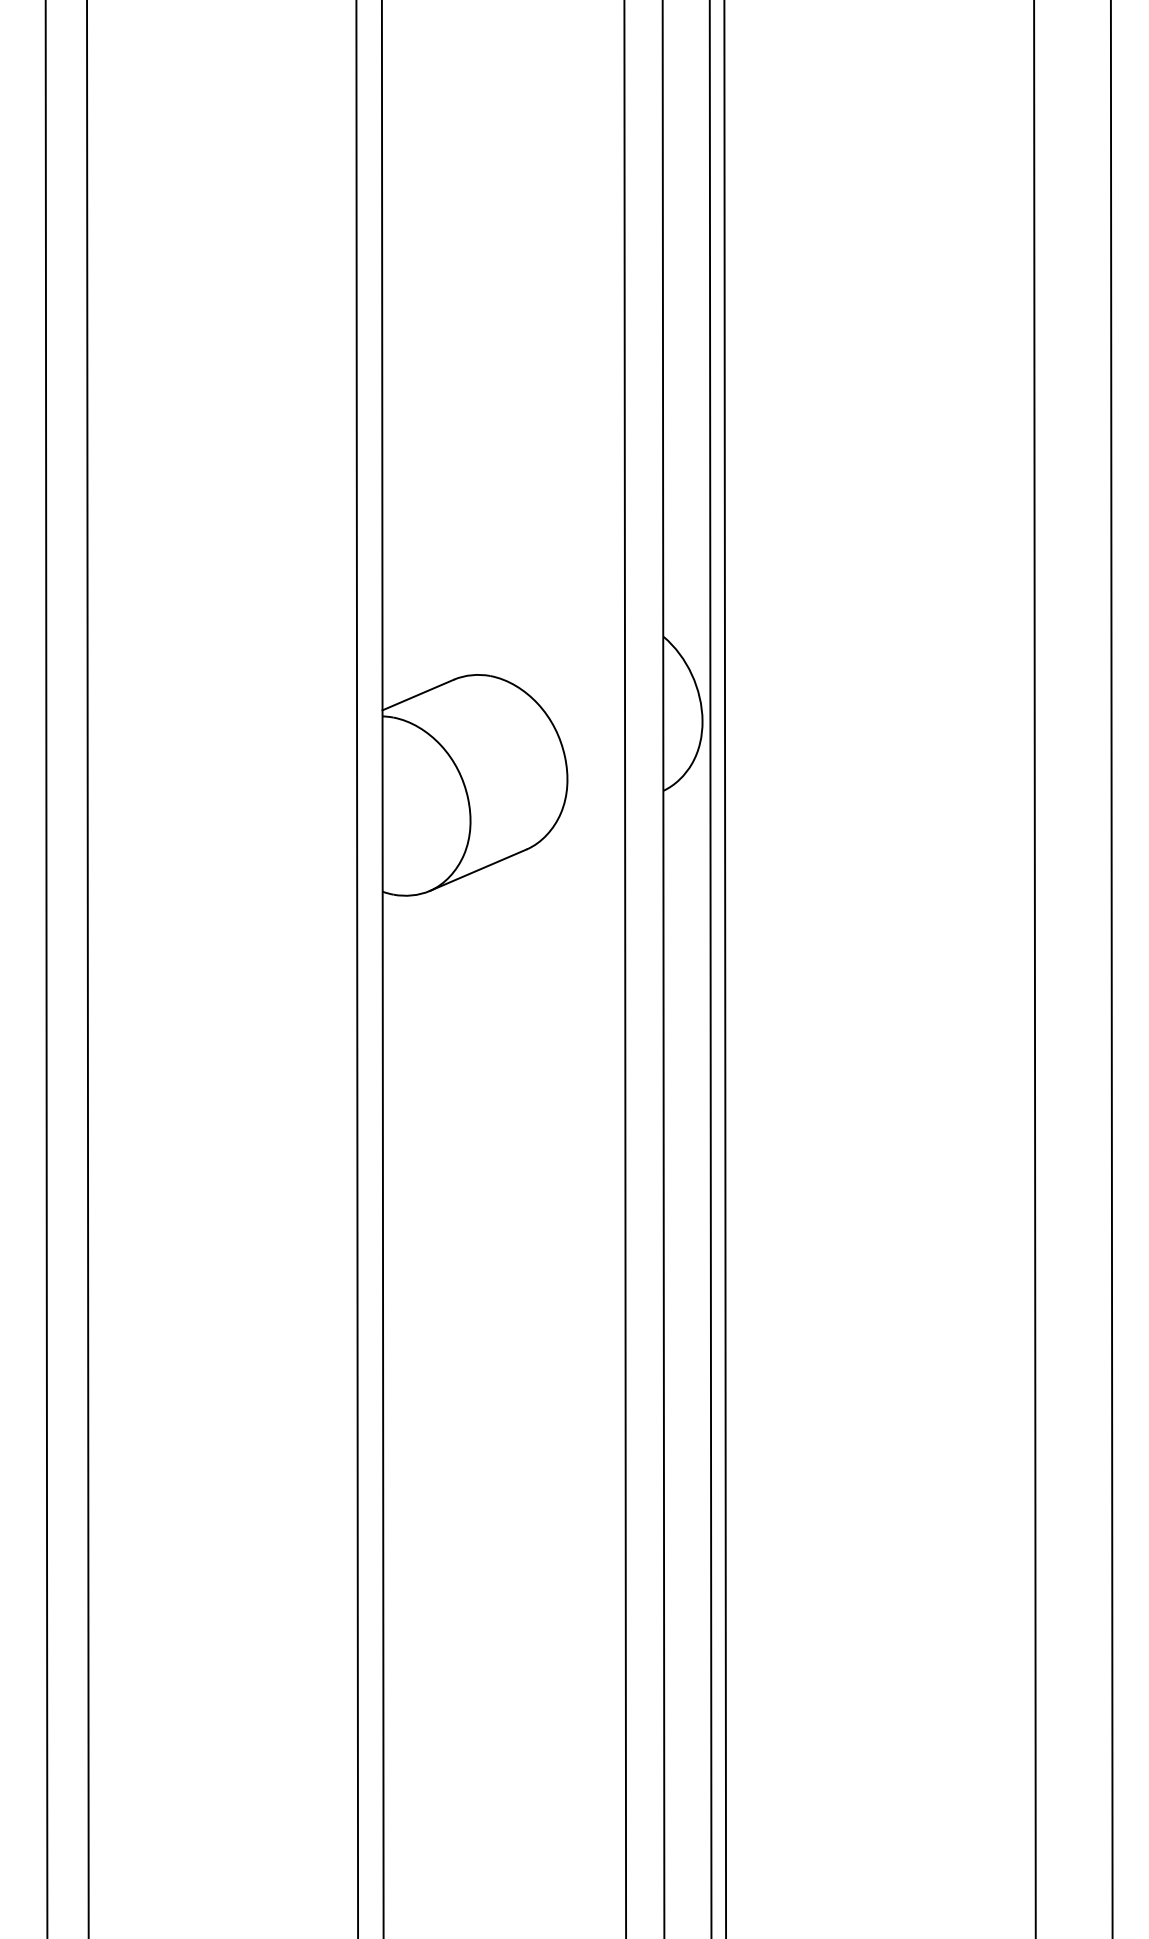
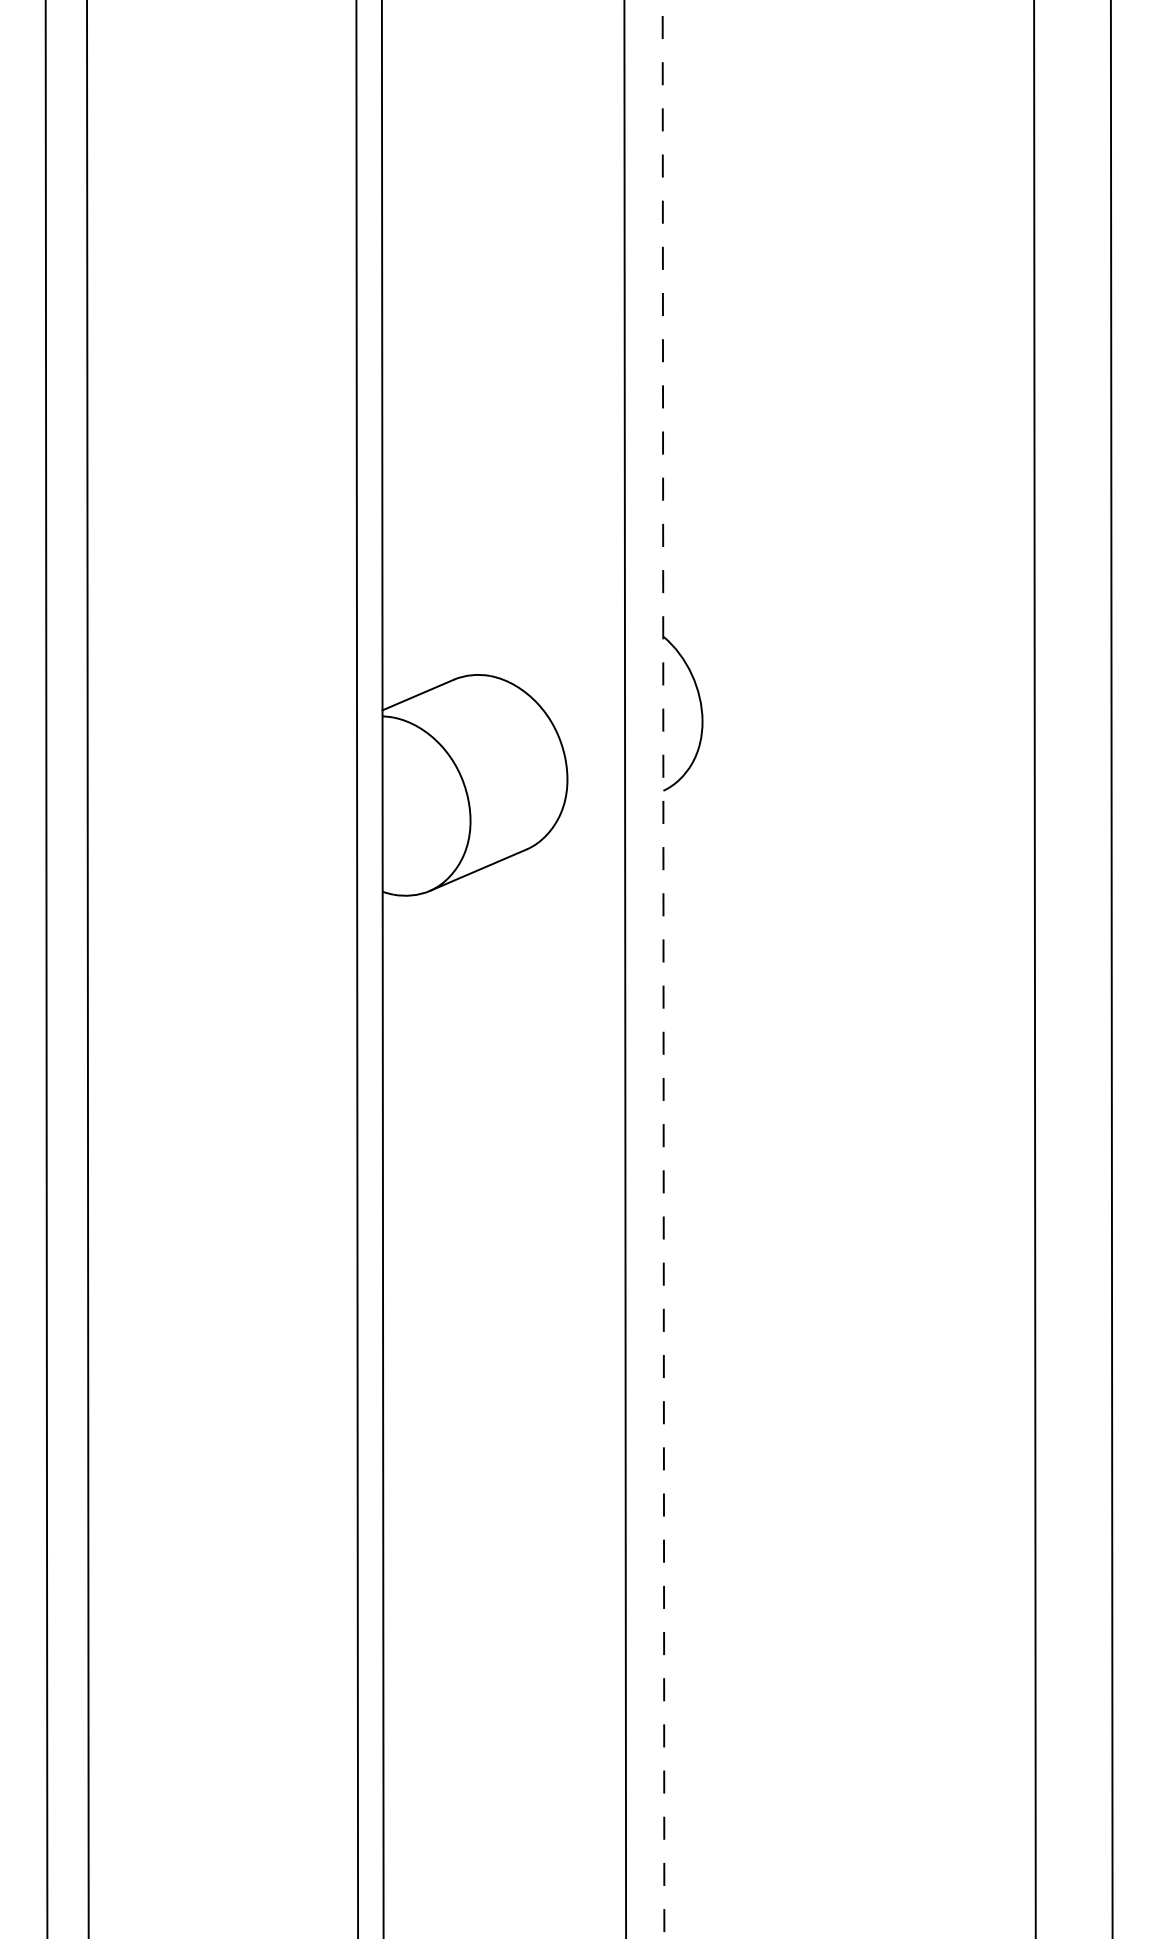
line at (710, 968): present -> none
line at (725, 968): present -> none
line at (663, 969): solid -> dashed
